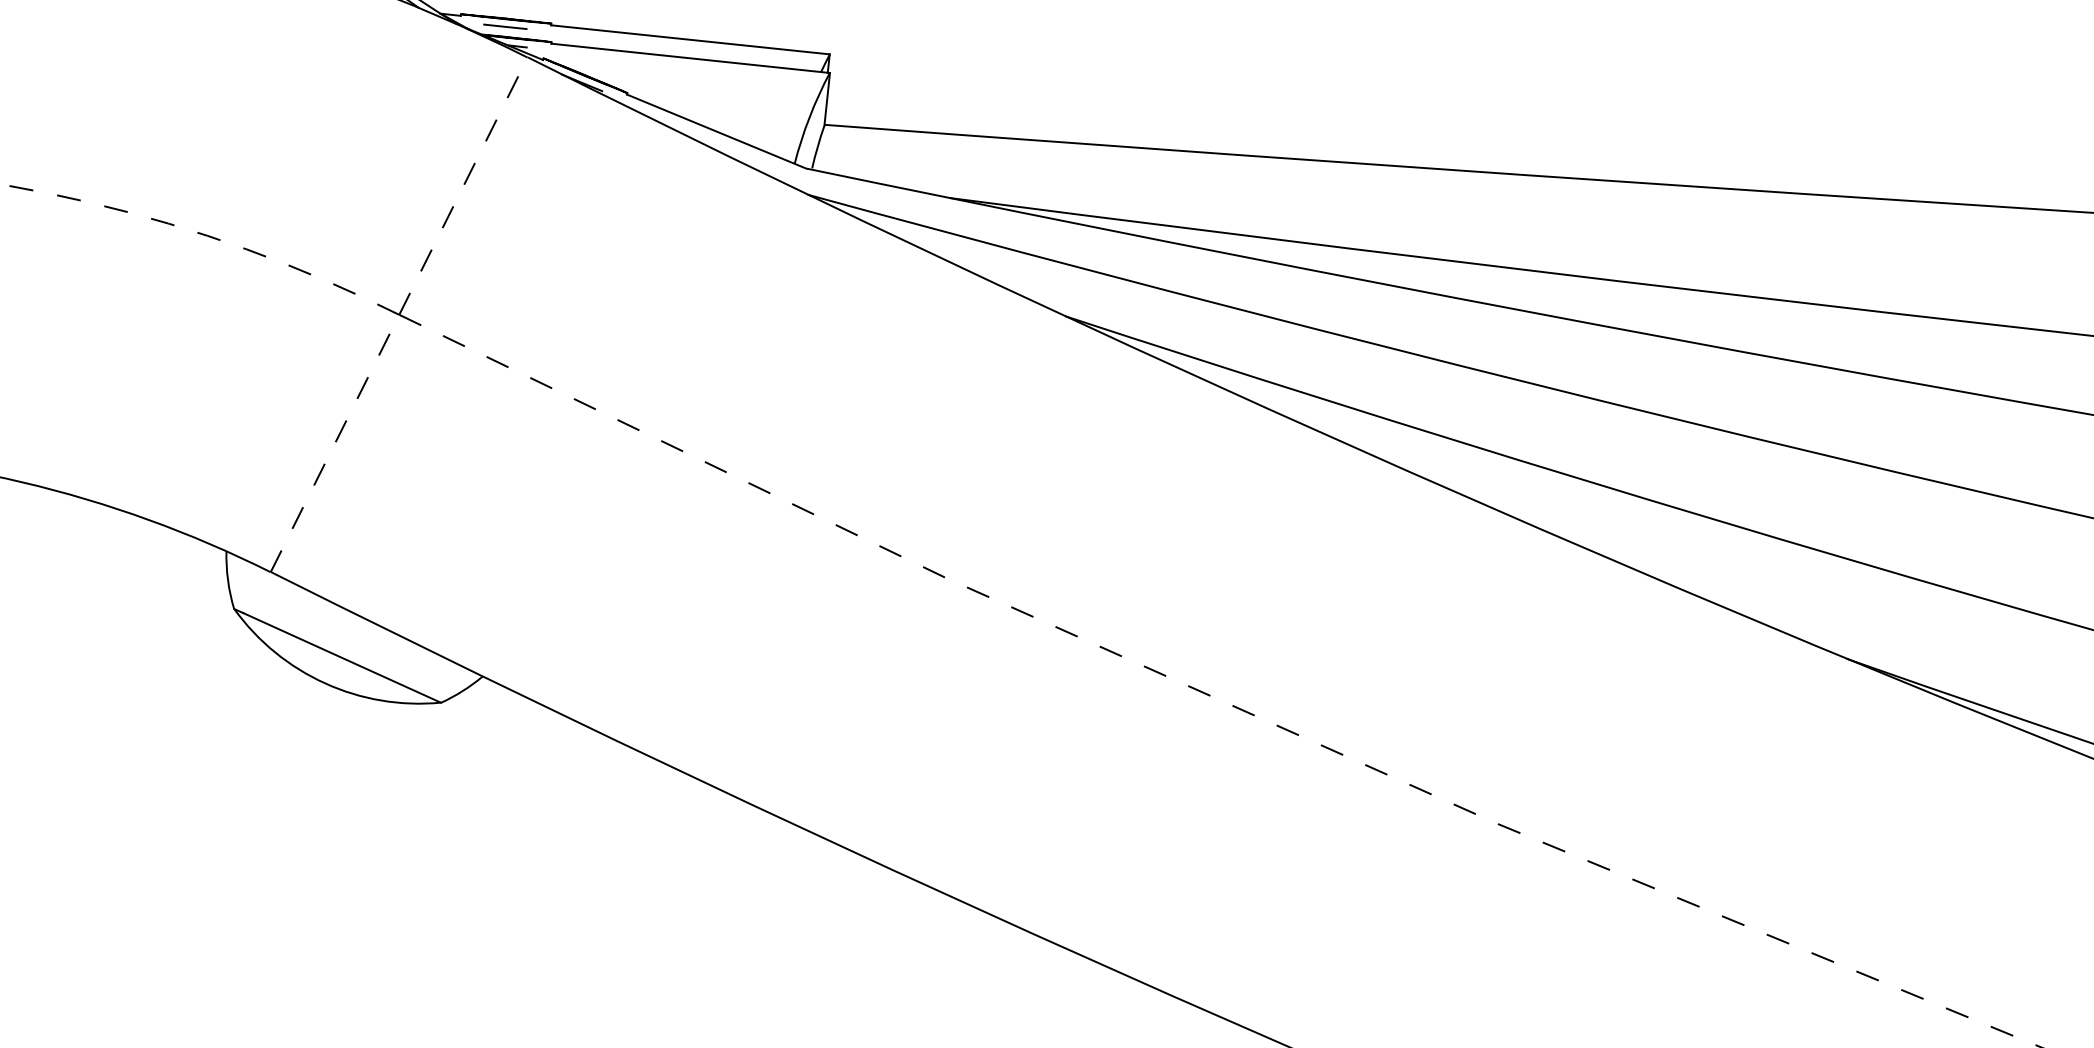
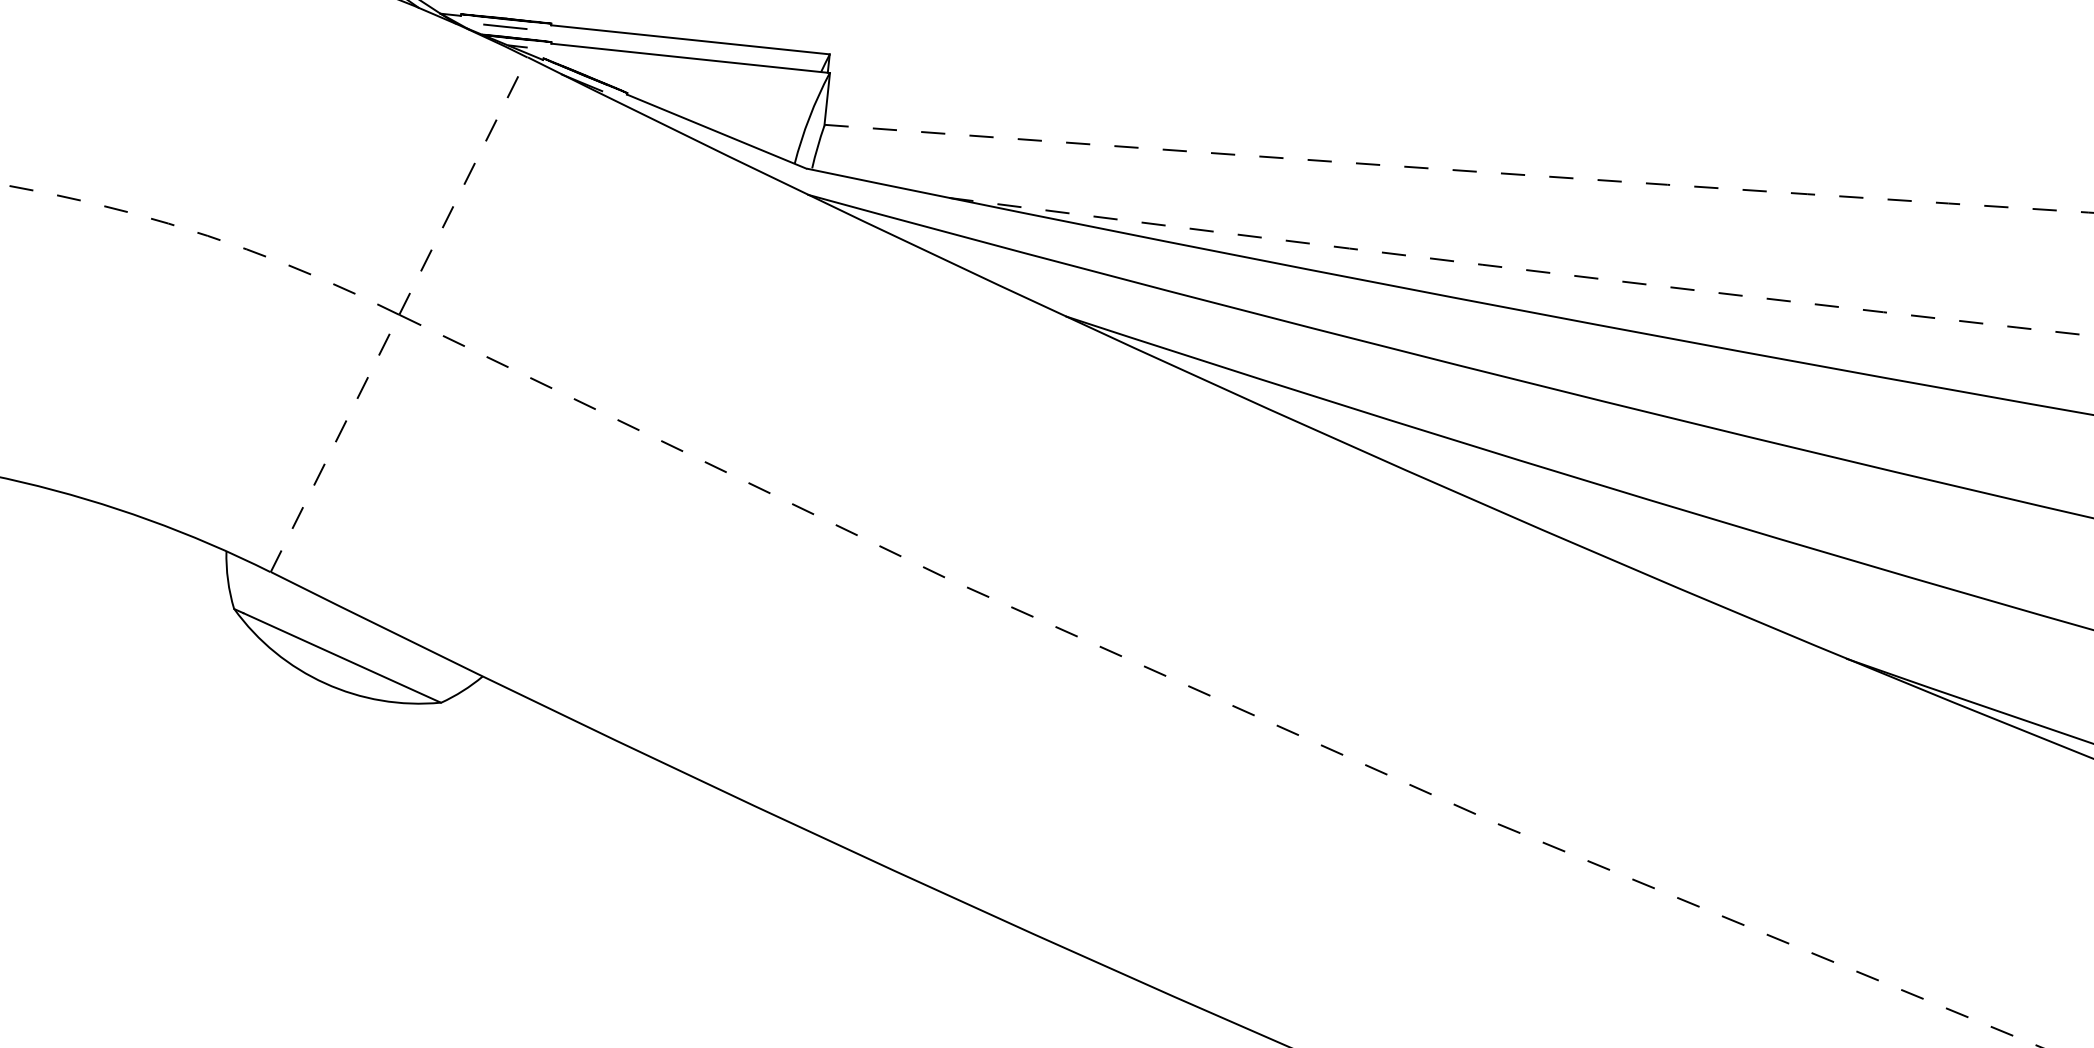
arc at (1459, 170): solid -> dashed
arc at (1521, 269): solid -> dashed
